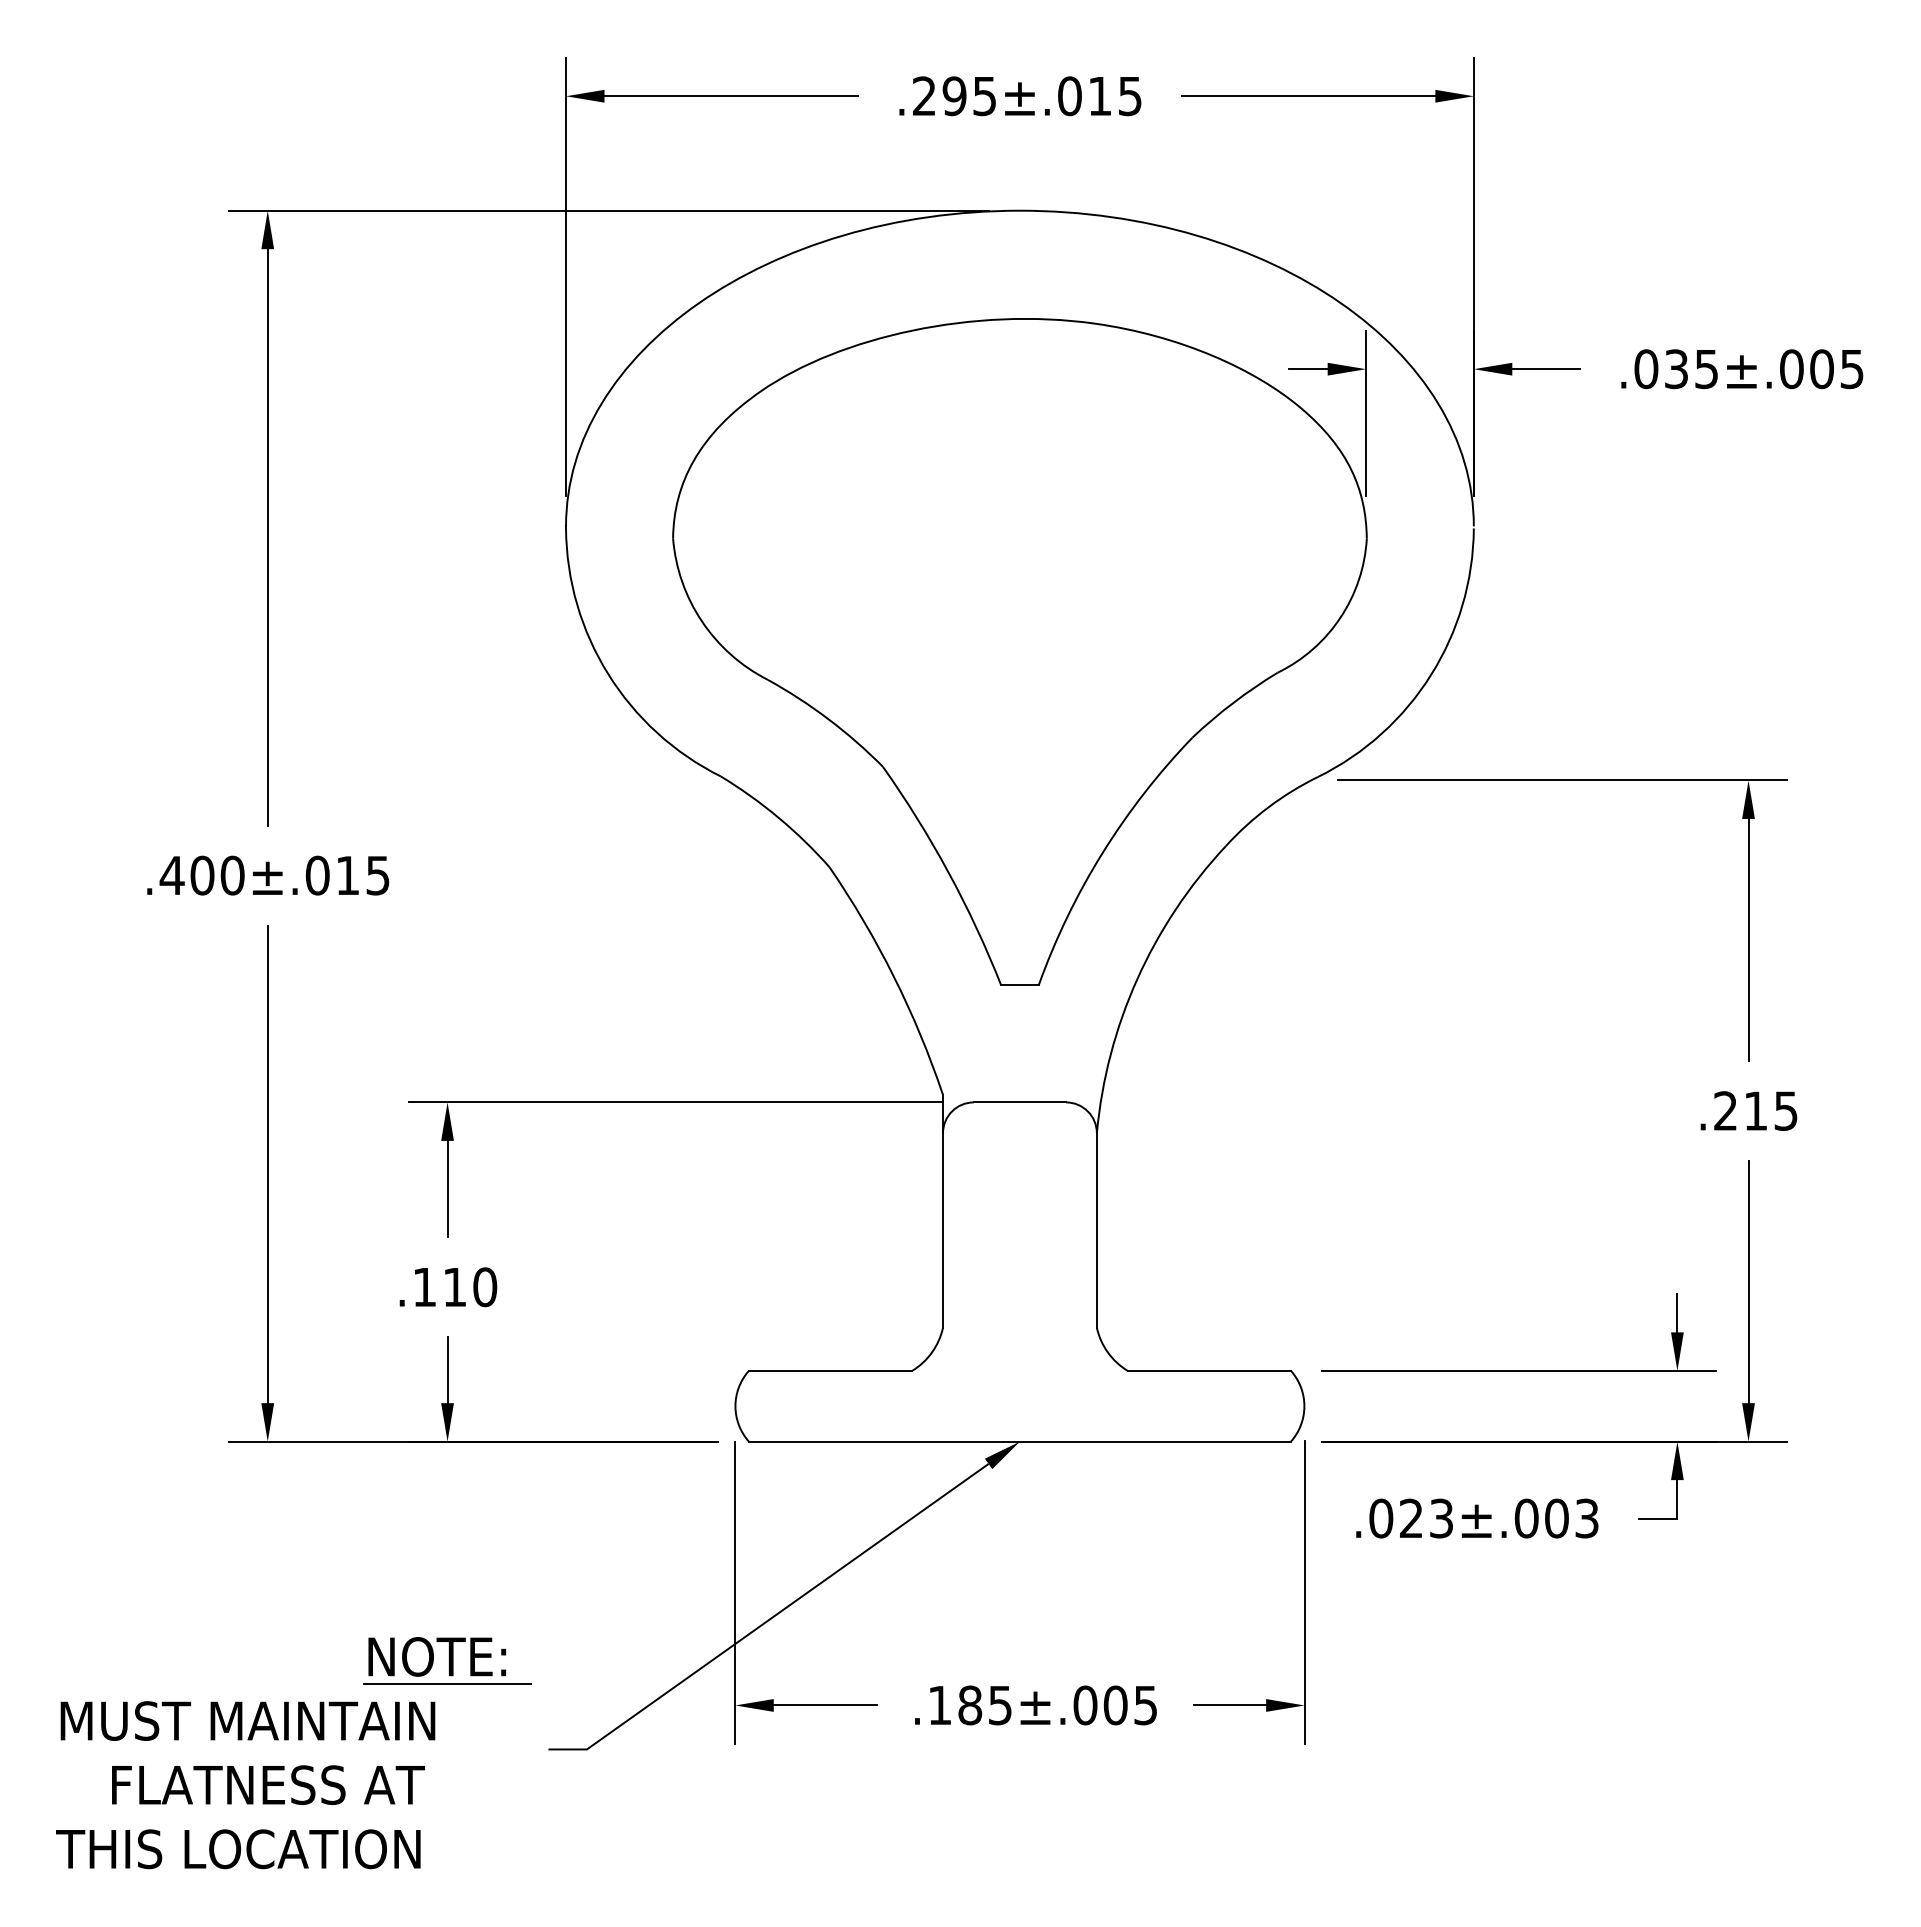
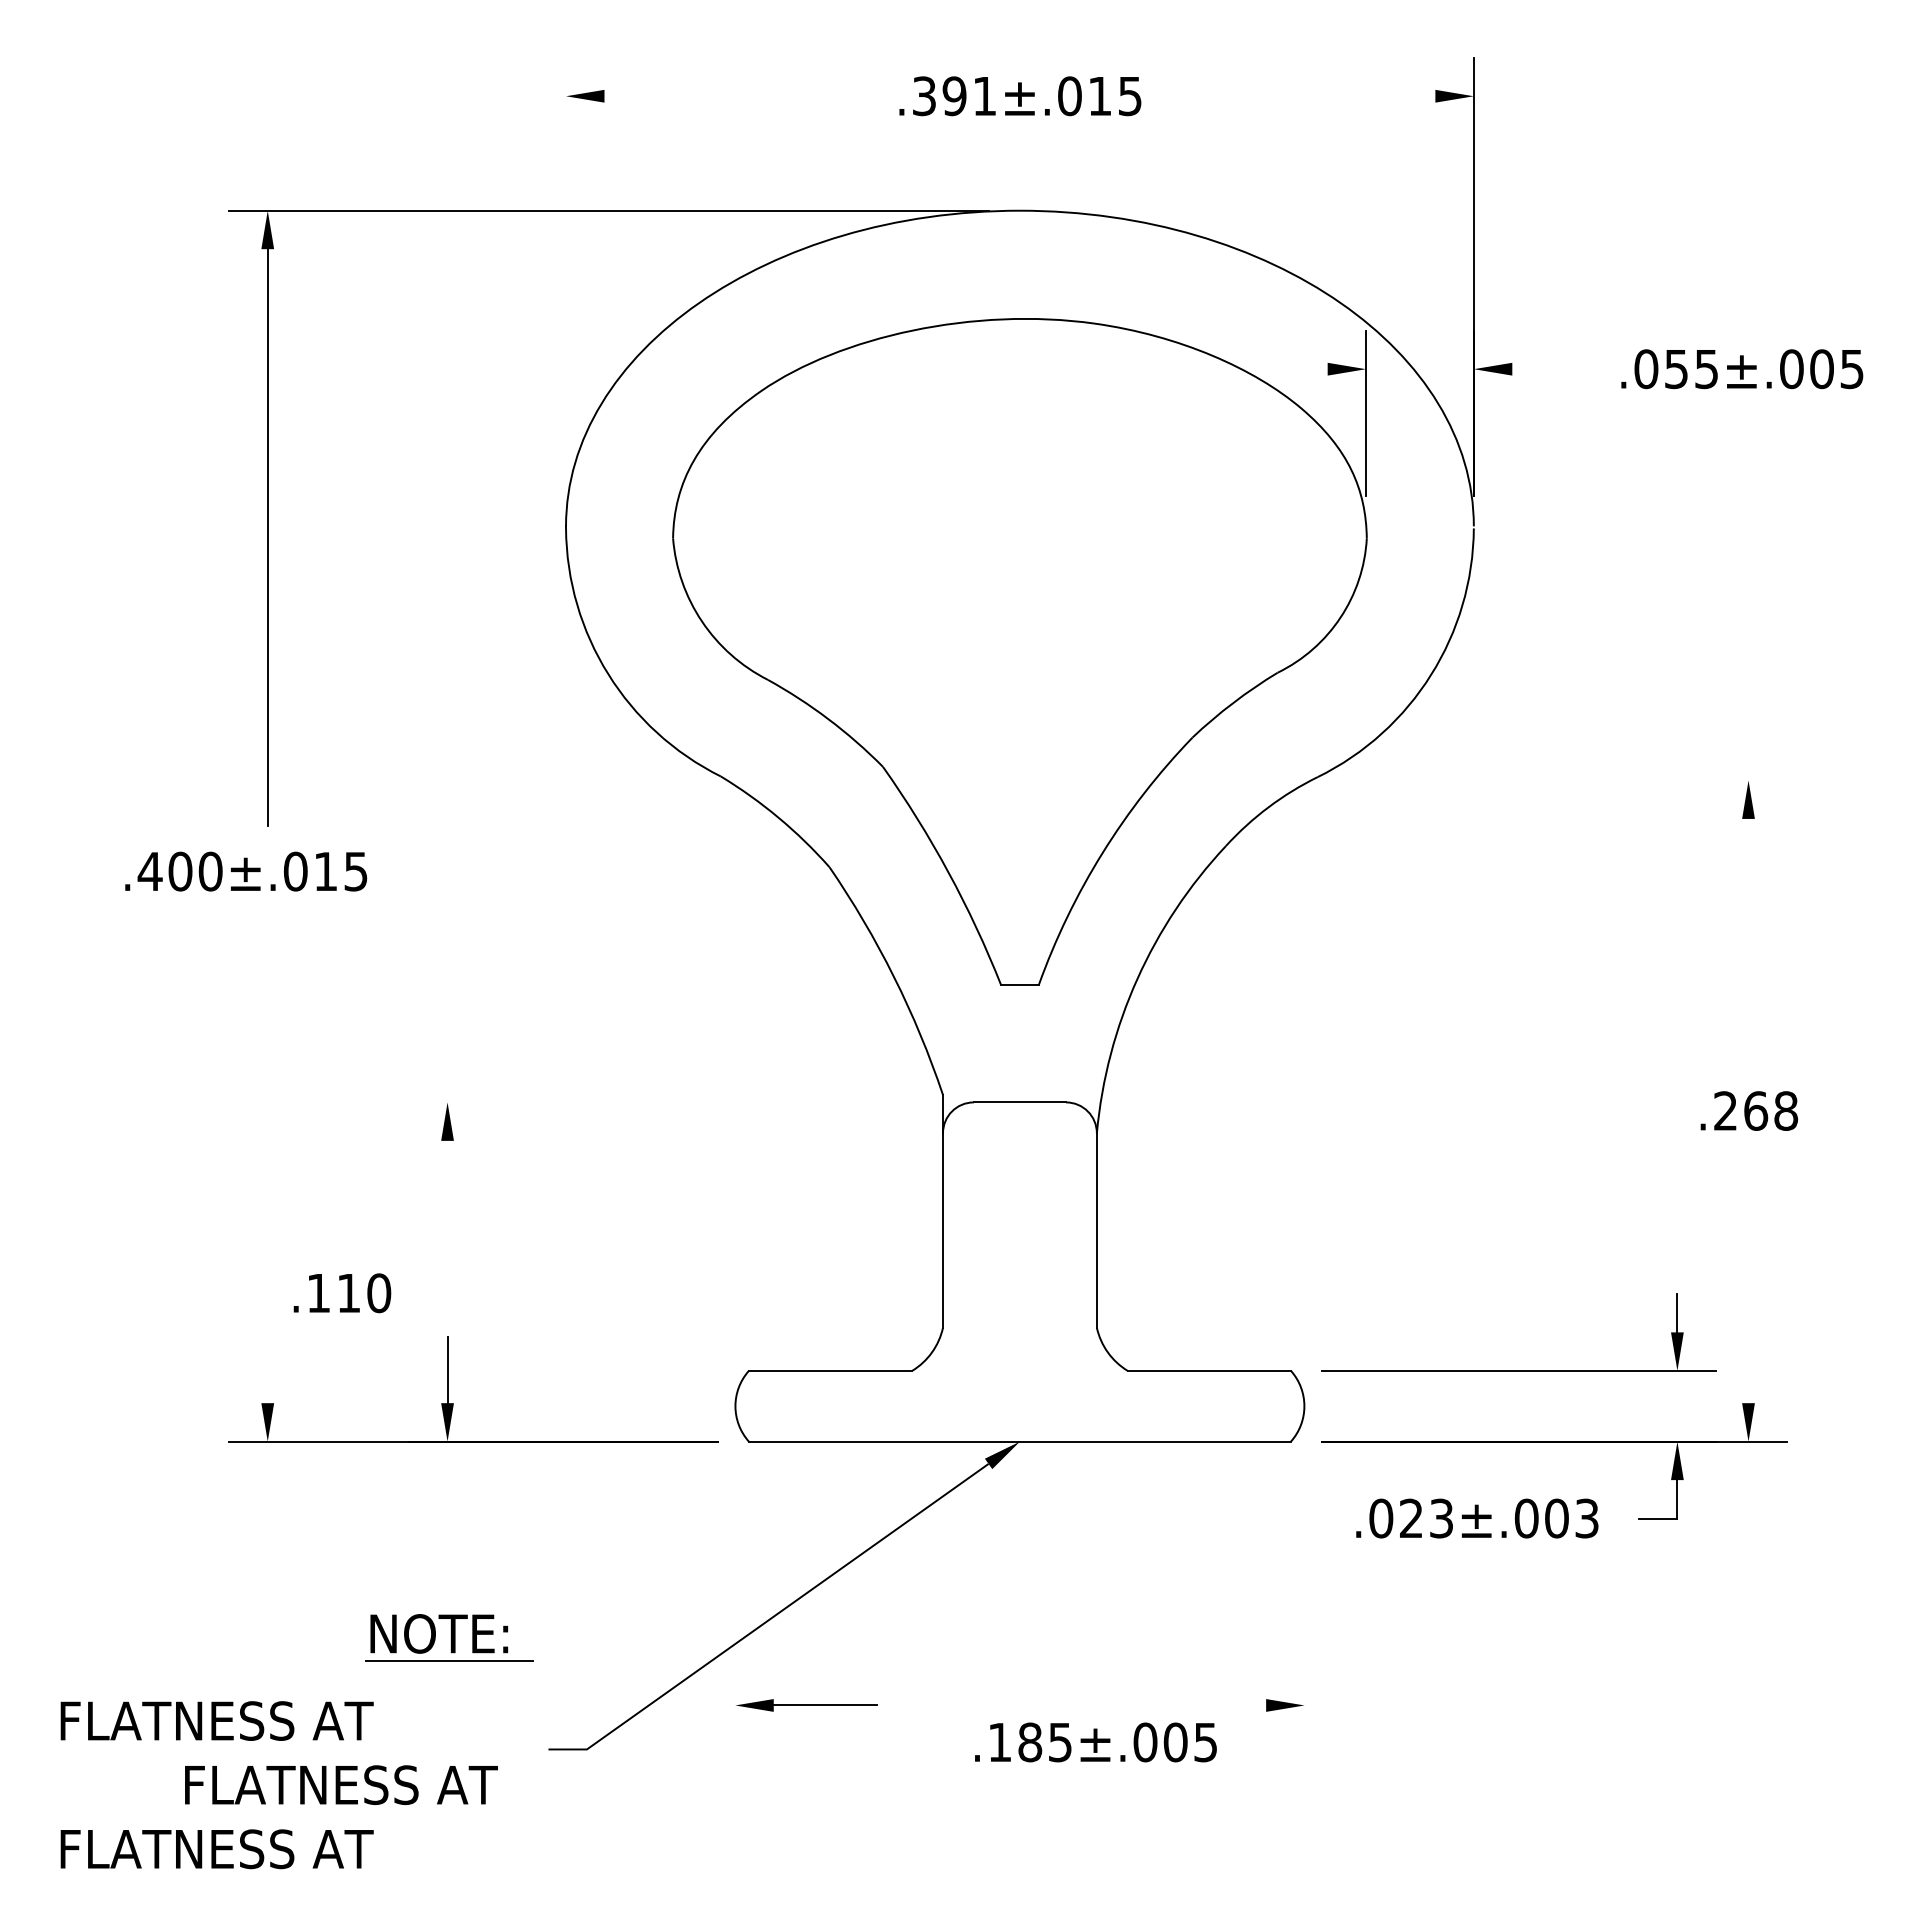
line at (730, 96): present -> none
text at (954, 96): .295±.015 -> .391±.015
line at (1308, 96): present -> none
line at (566, 276): present -> none
text at (1676, 368): .035±.005 -> .055±.005
line at (1308, 369): present -> none
line at (1545, 369): present -> none
line at (1562, 780): present -> none
text at (268, 875) position: (268, 875) -> (246, 871)
line at (1748, 939): present -> none
line at (676, 1102): present -> none
text at (1771, 1110): .215 -> .268
line at (267, 1164): present -> none
line at (447, 1188): present -> none
line at (1748, 1282): present -> none
text at (448, 1287) position: (448, 1287) -> (342, 1293)
line at (1304, 1591): present -> none
line at (735, 1592): present -> none
part at (447, 1660) position: (447, 1660) -> (449, 1637)
text at (1035, 1705) position: (1035, 1705) -> (1095, 1742)
line at (1230, 1705): present -> none
text at (250, 1720): MUST MAINTAIN -> FLATNESS AT
text at (268, 1785) position: (268, 1785) -> (341, 1785)
text at (238, 1849): THIS LOCATION -> FLATNESS AT
